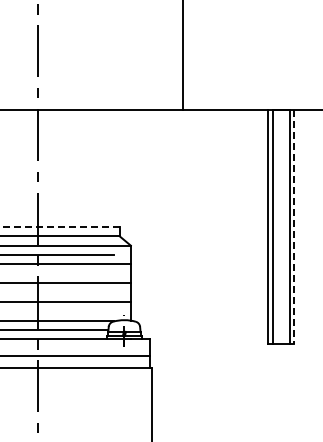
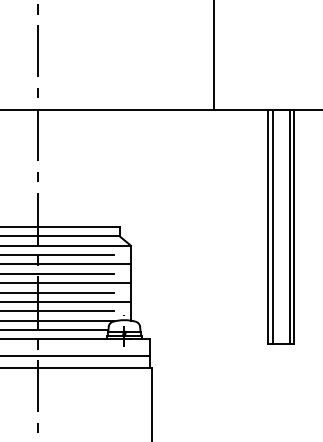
line at (182, 56) position: (182, 56) -> (213, 56)
line at (60, 227): dashed -> solid
line at (294, 227): dashed -> solid
line at (58, 273): none -> present
line at (58, 292): none -> present
line at (58, 311): none -> present
